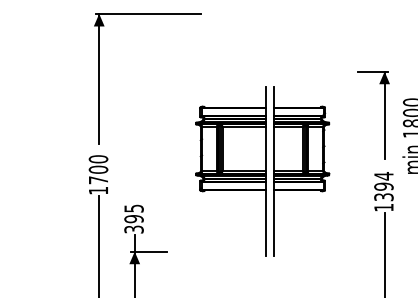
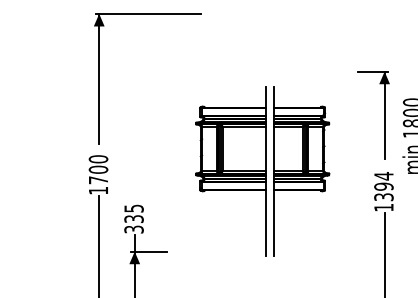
text at (133, 219): 395 -> 335
